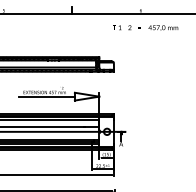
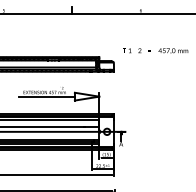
text at (145, 27) position: (145, 27) -> (155, 50)
